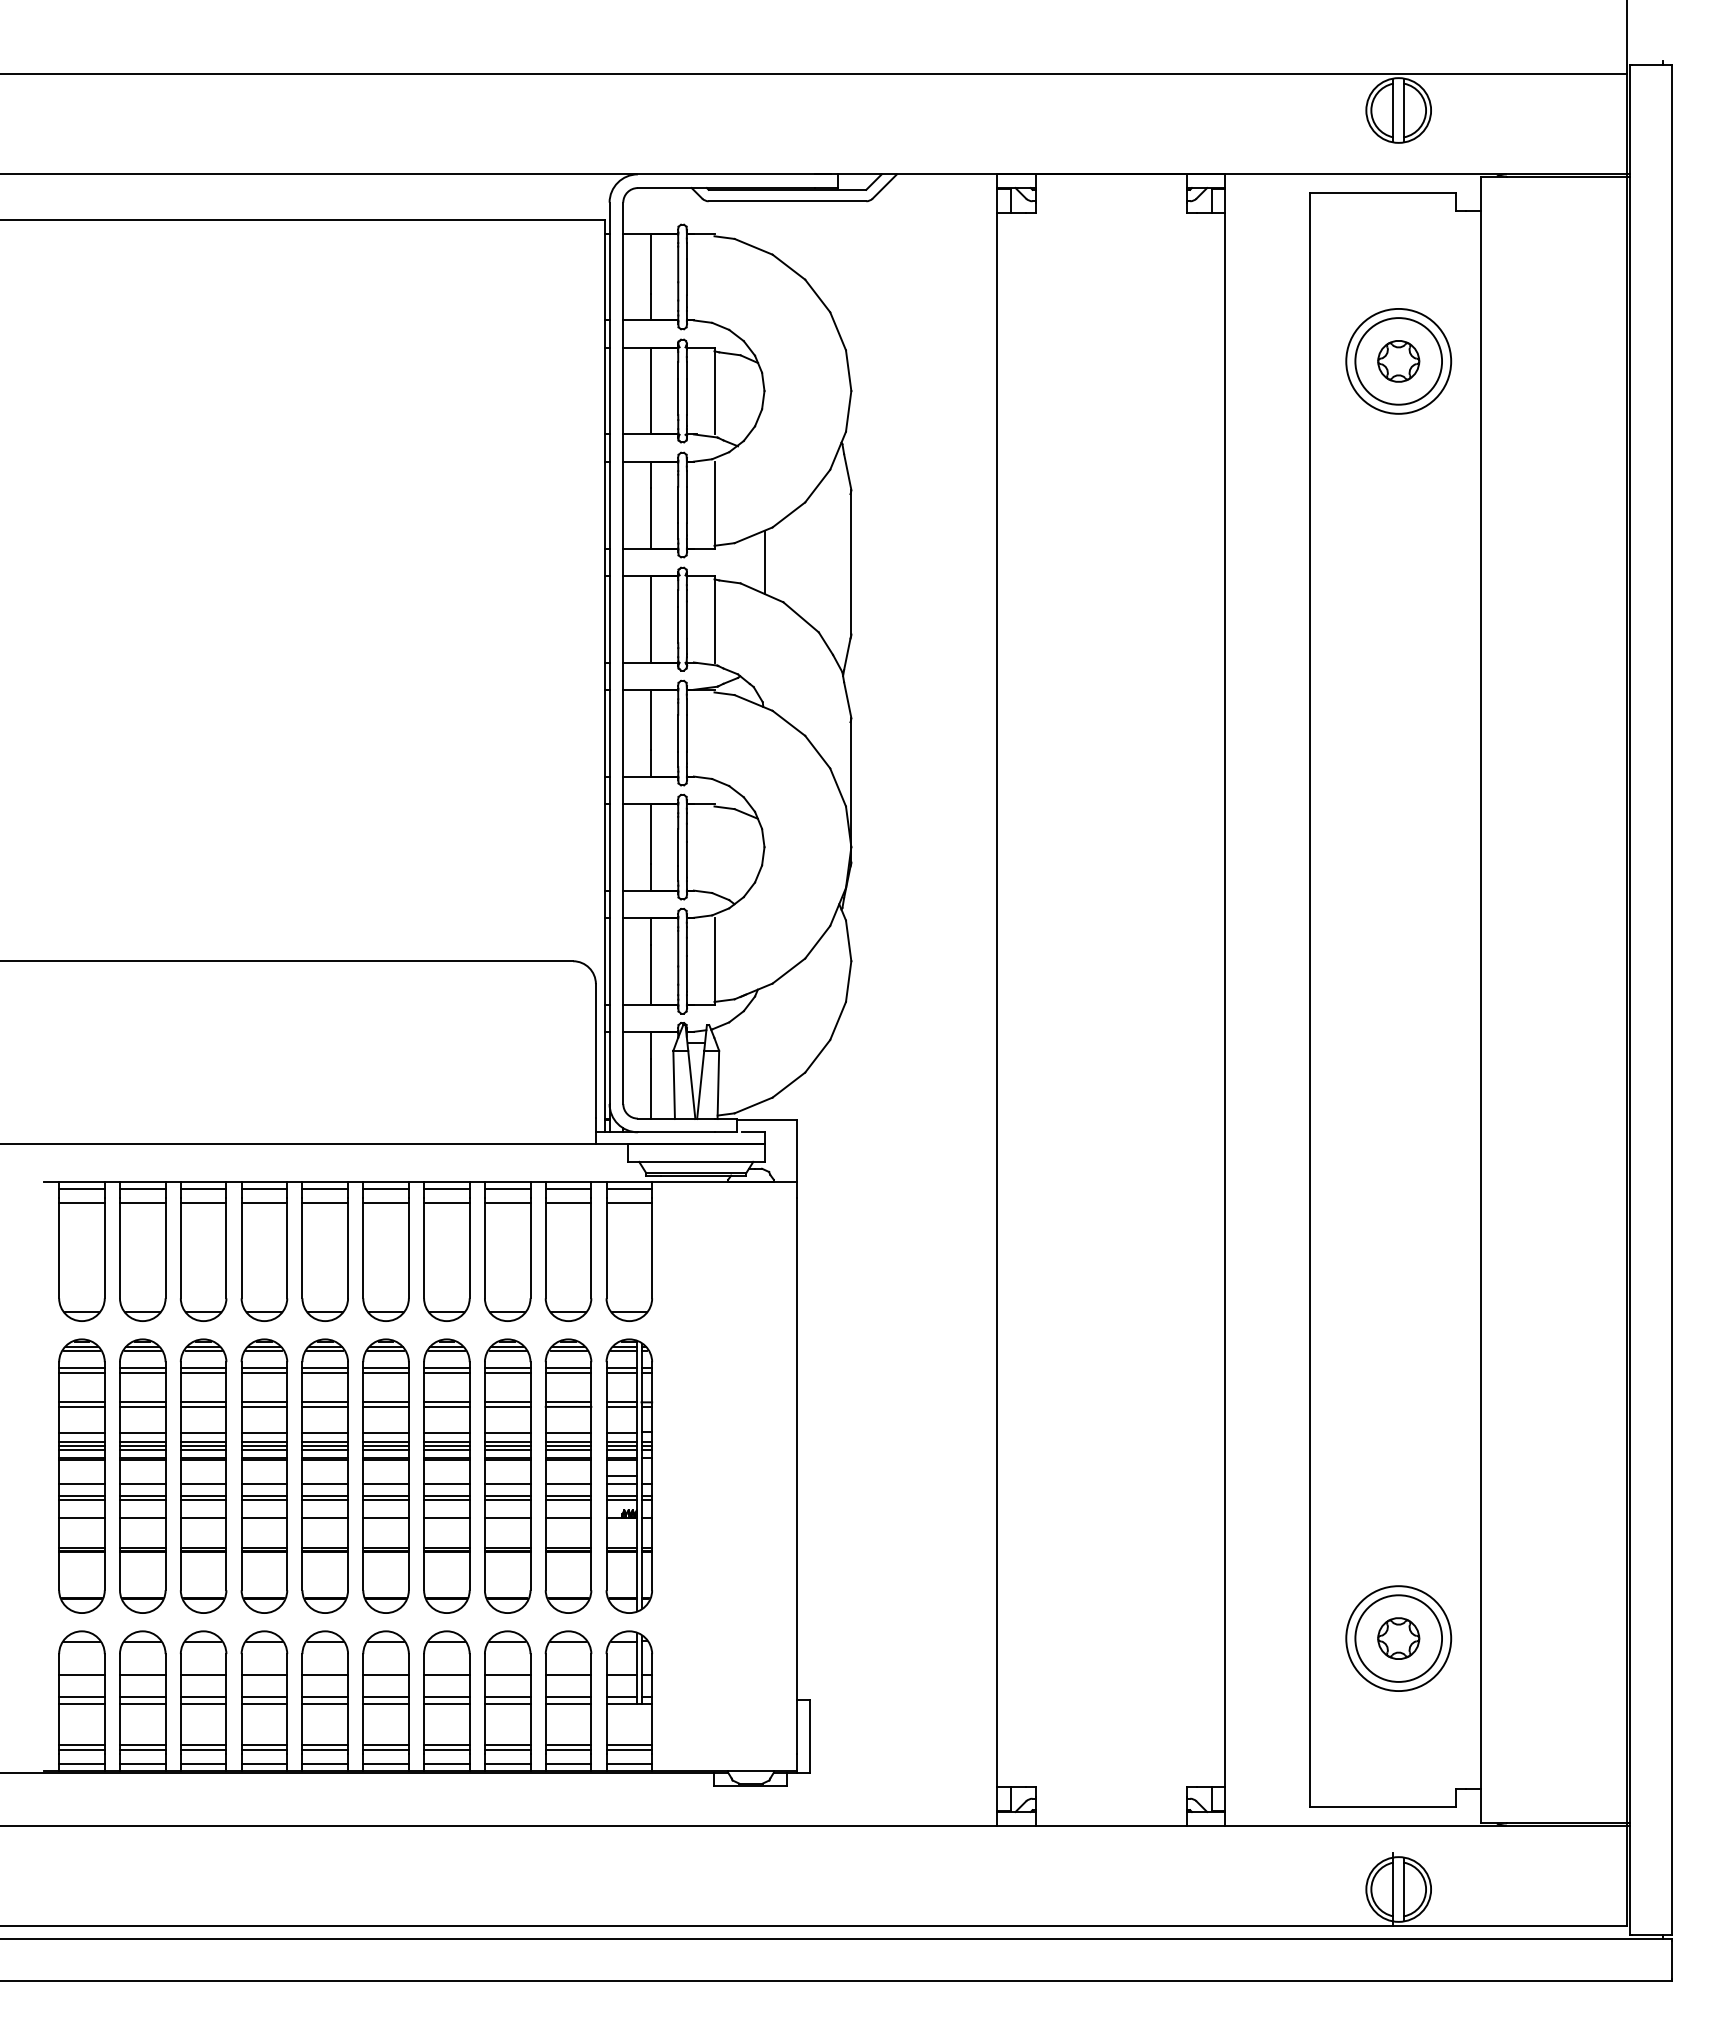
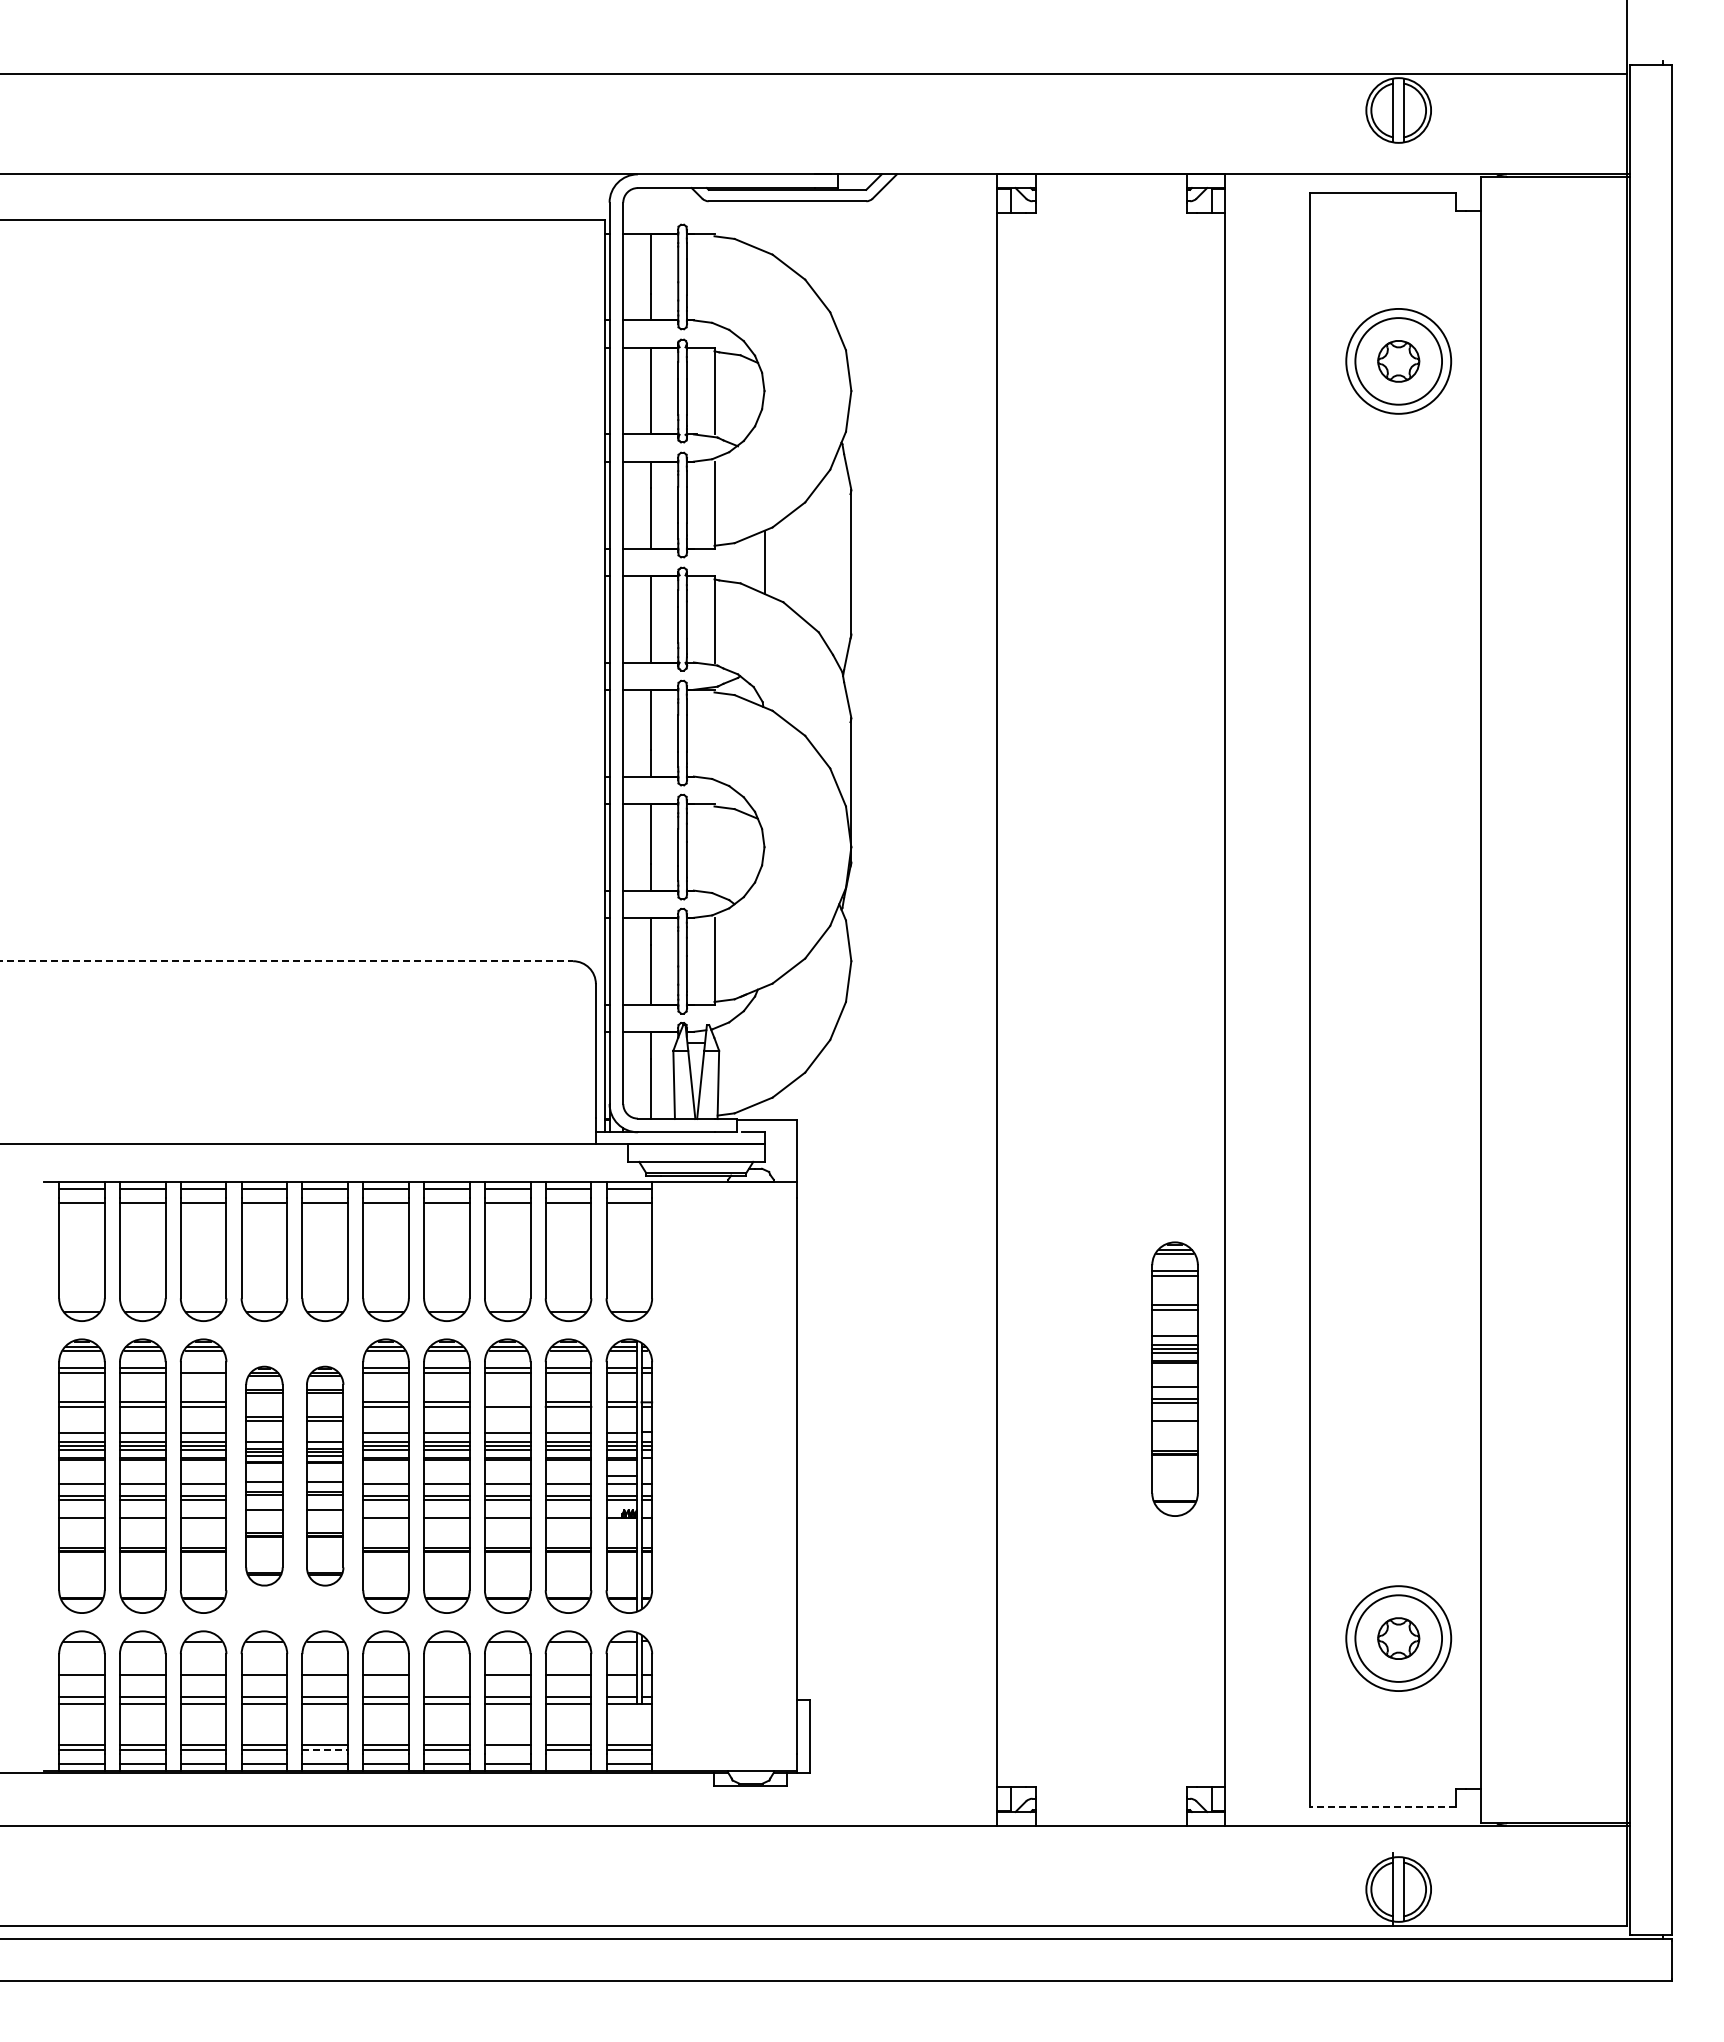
line at (287, 961): solid -> dashed
line at (203, 1368): present -> none
part at (1174, 1378): none -> present
line at (507, 1402): present -> none
part at (264, 1475) size: 49x276 px -> 39x222 px
part at (324, 1475) size: 48x276 px -> 39x222 px
line at (446, 1675): present -> none
line at (325, 1749): solid -> dashed
line at (507, 1749): present -> none
line at (568, 1763): present -> none
line at (1382, 1807): solid -> dashed
